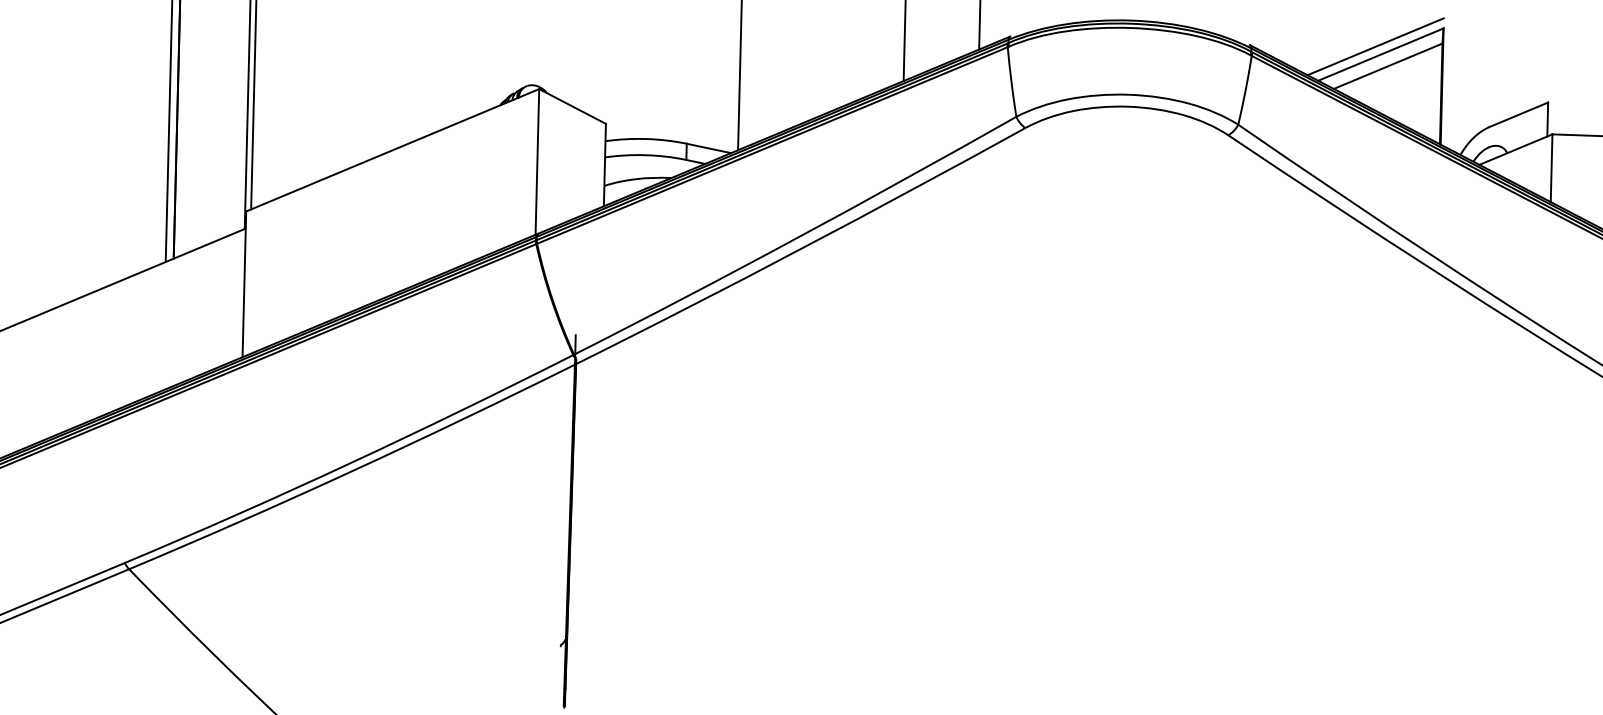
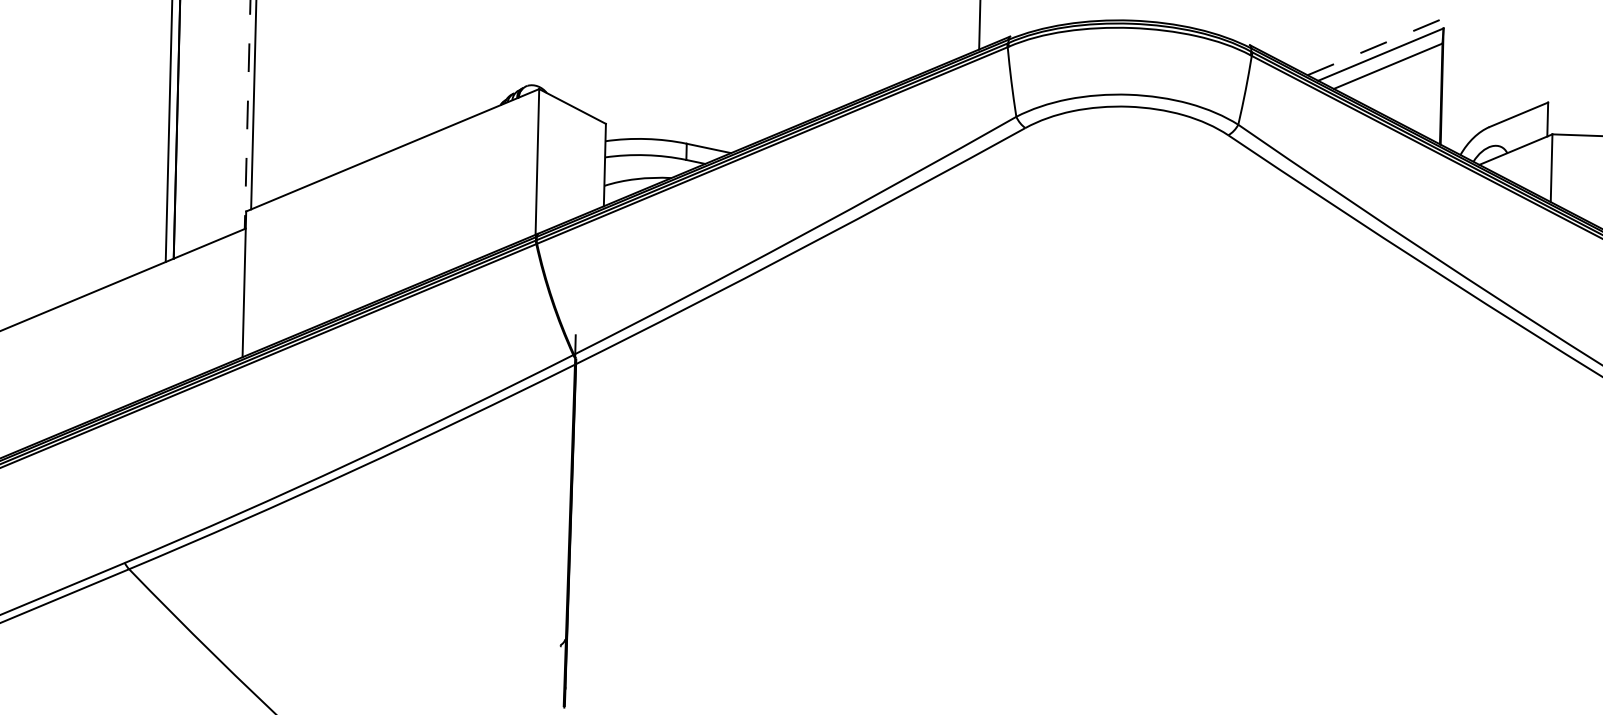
line at (904, 41): present -> none
line at (1375, 46): solid -> dashed
line at (739, 76): present -> none
line at (247, 115): solid -> dashed
